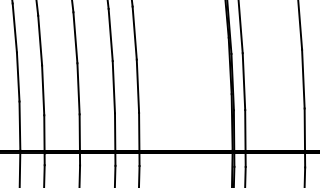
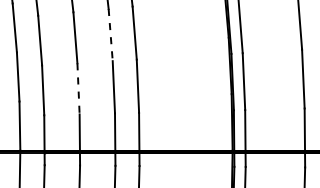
line at (110, 35): solid -> dashed
line at (78, 88): solid -> dashed
